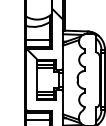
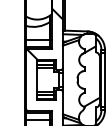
hatch at (90, 76): none -> present
